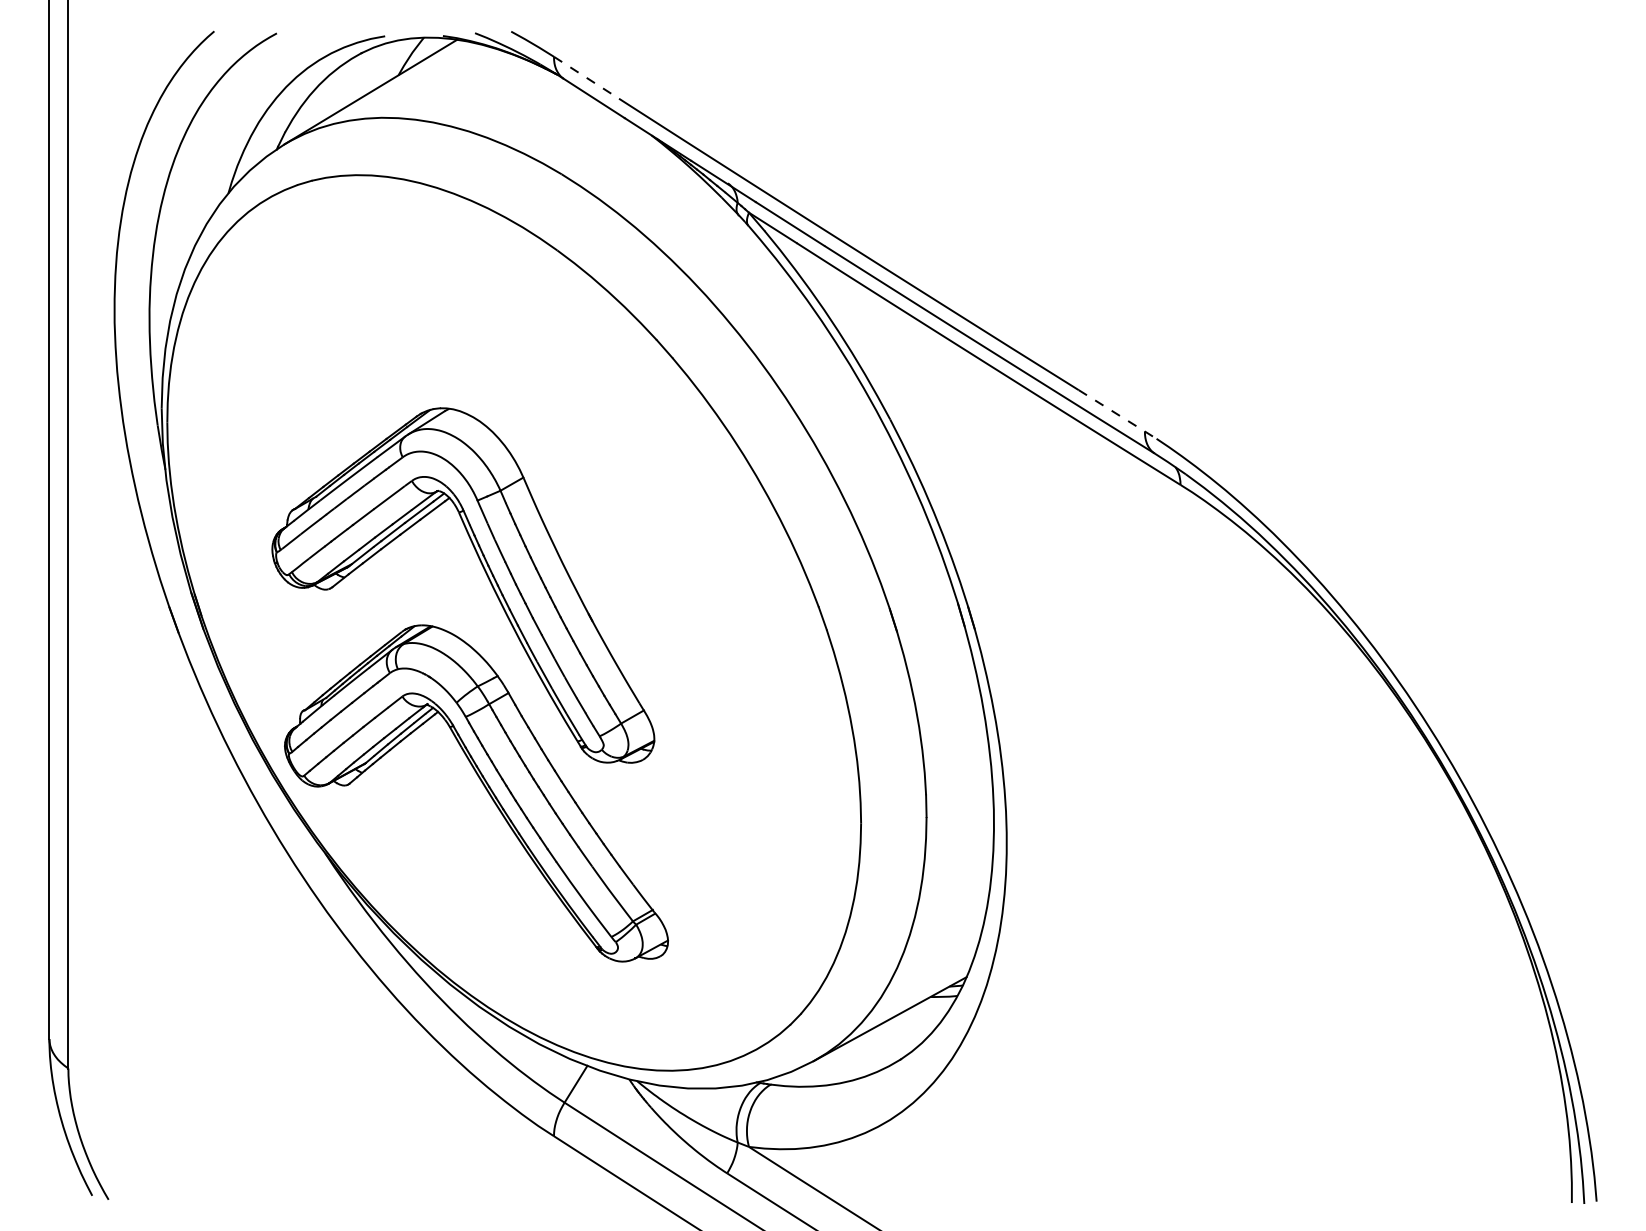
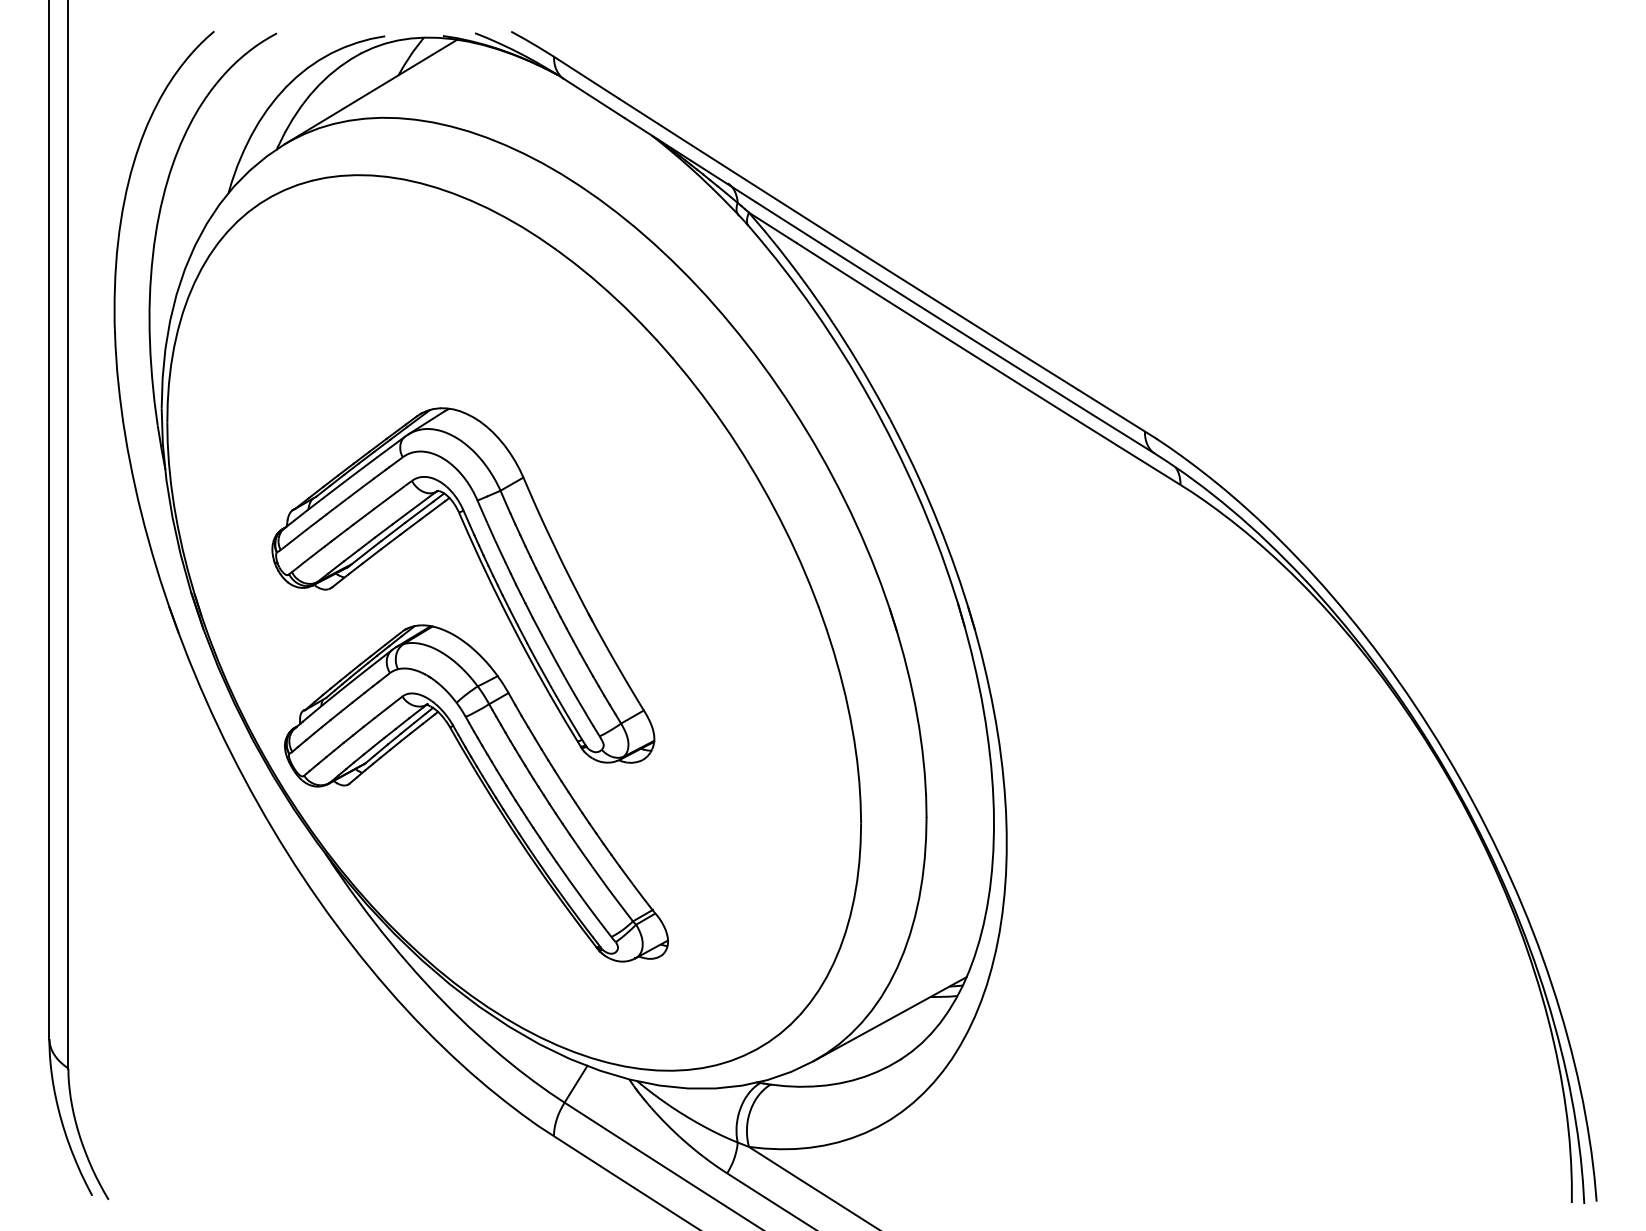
line at (586, 77): dashed -> solid
line at (1117, 414): dashed -> solid
